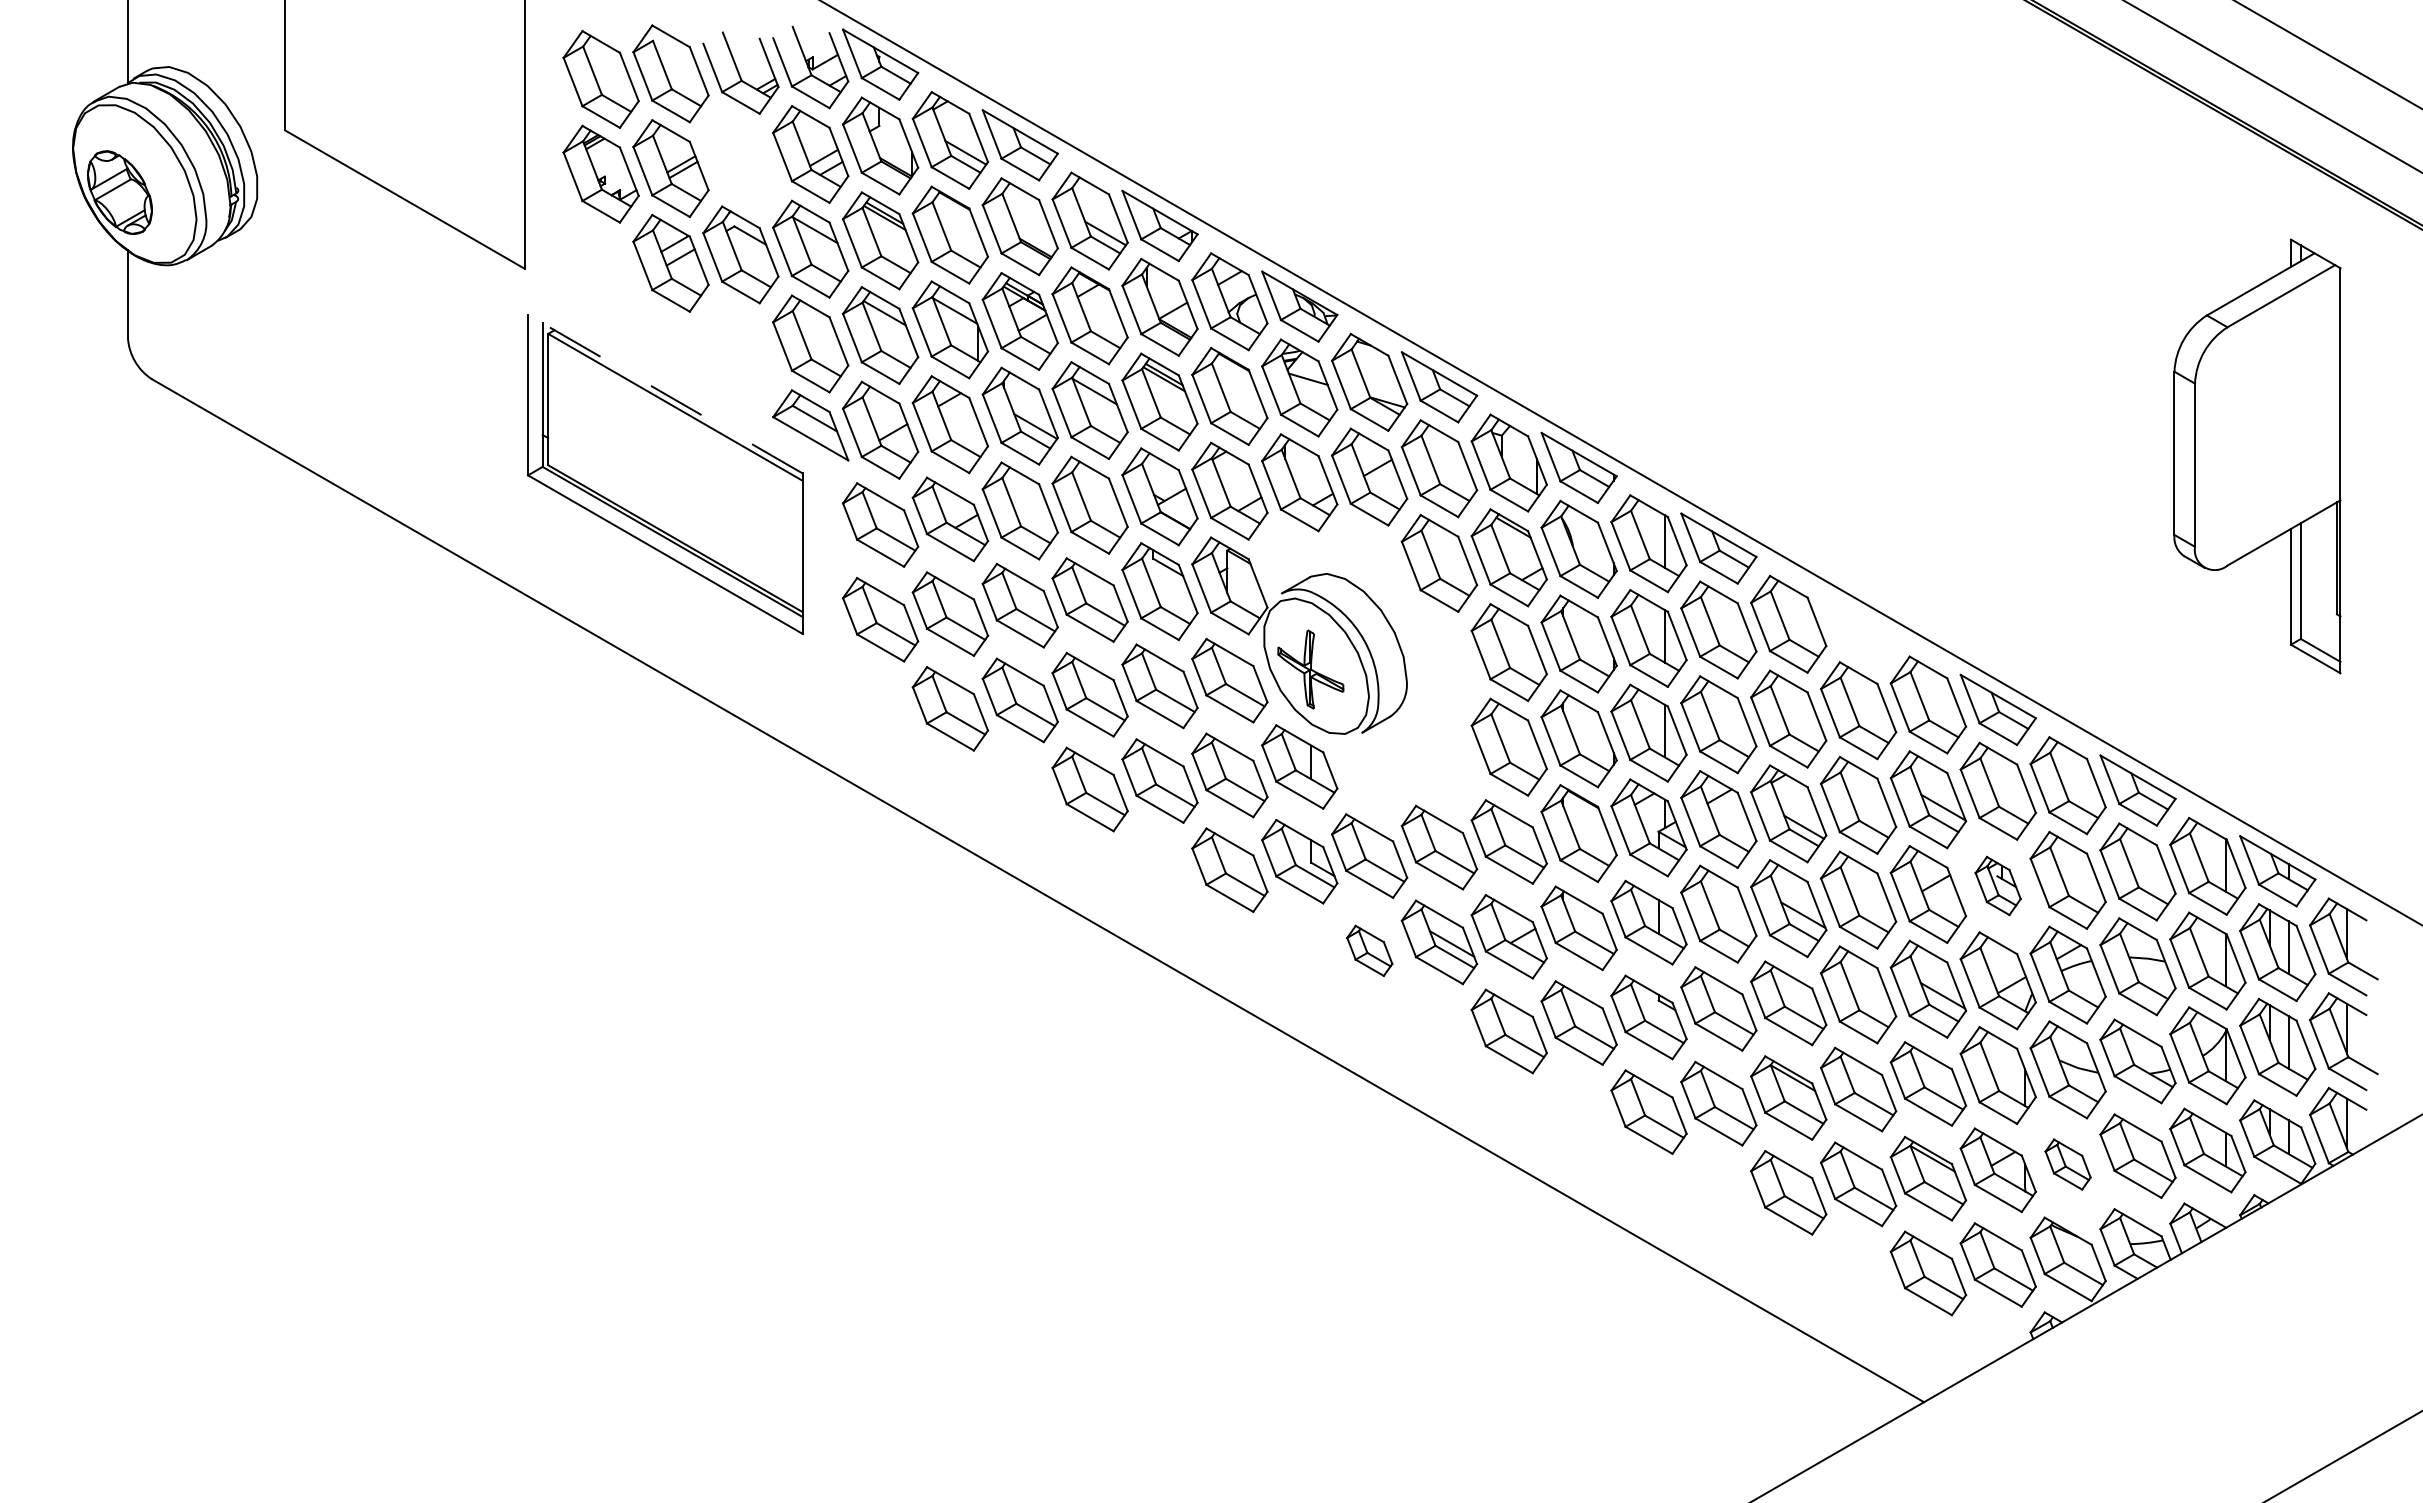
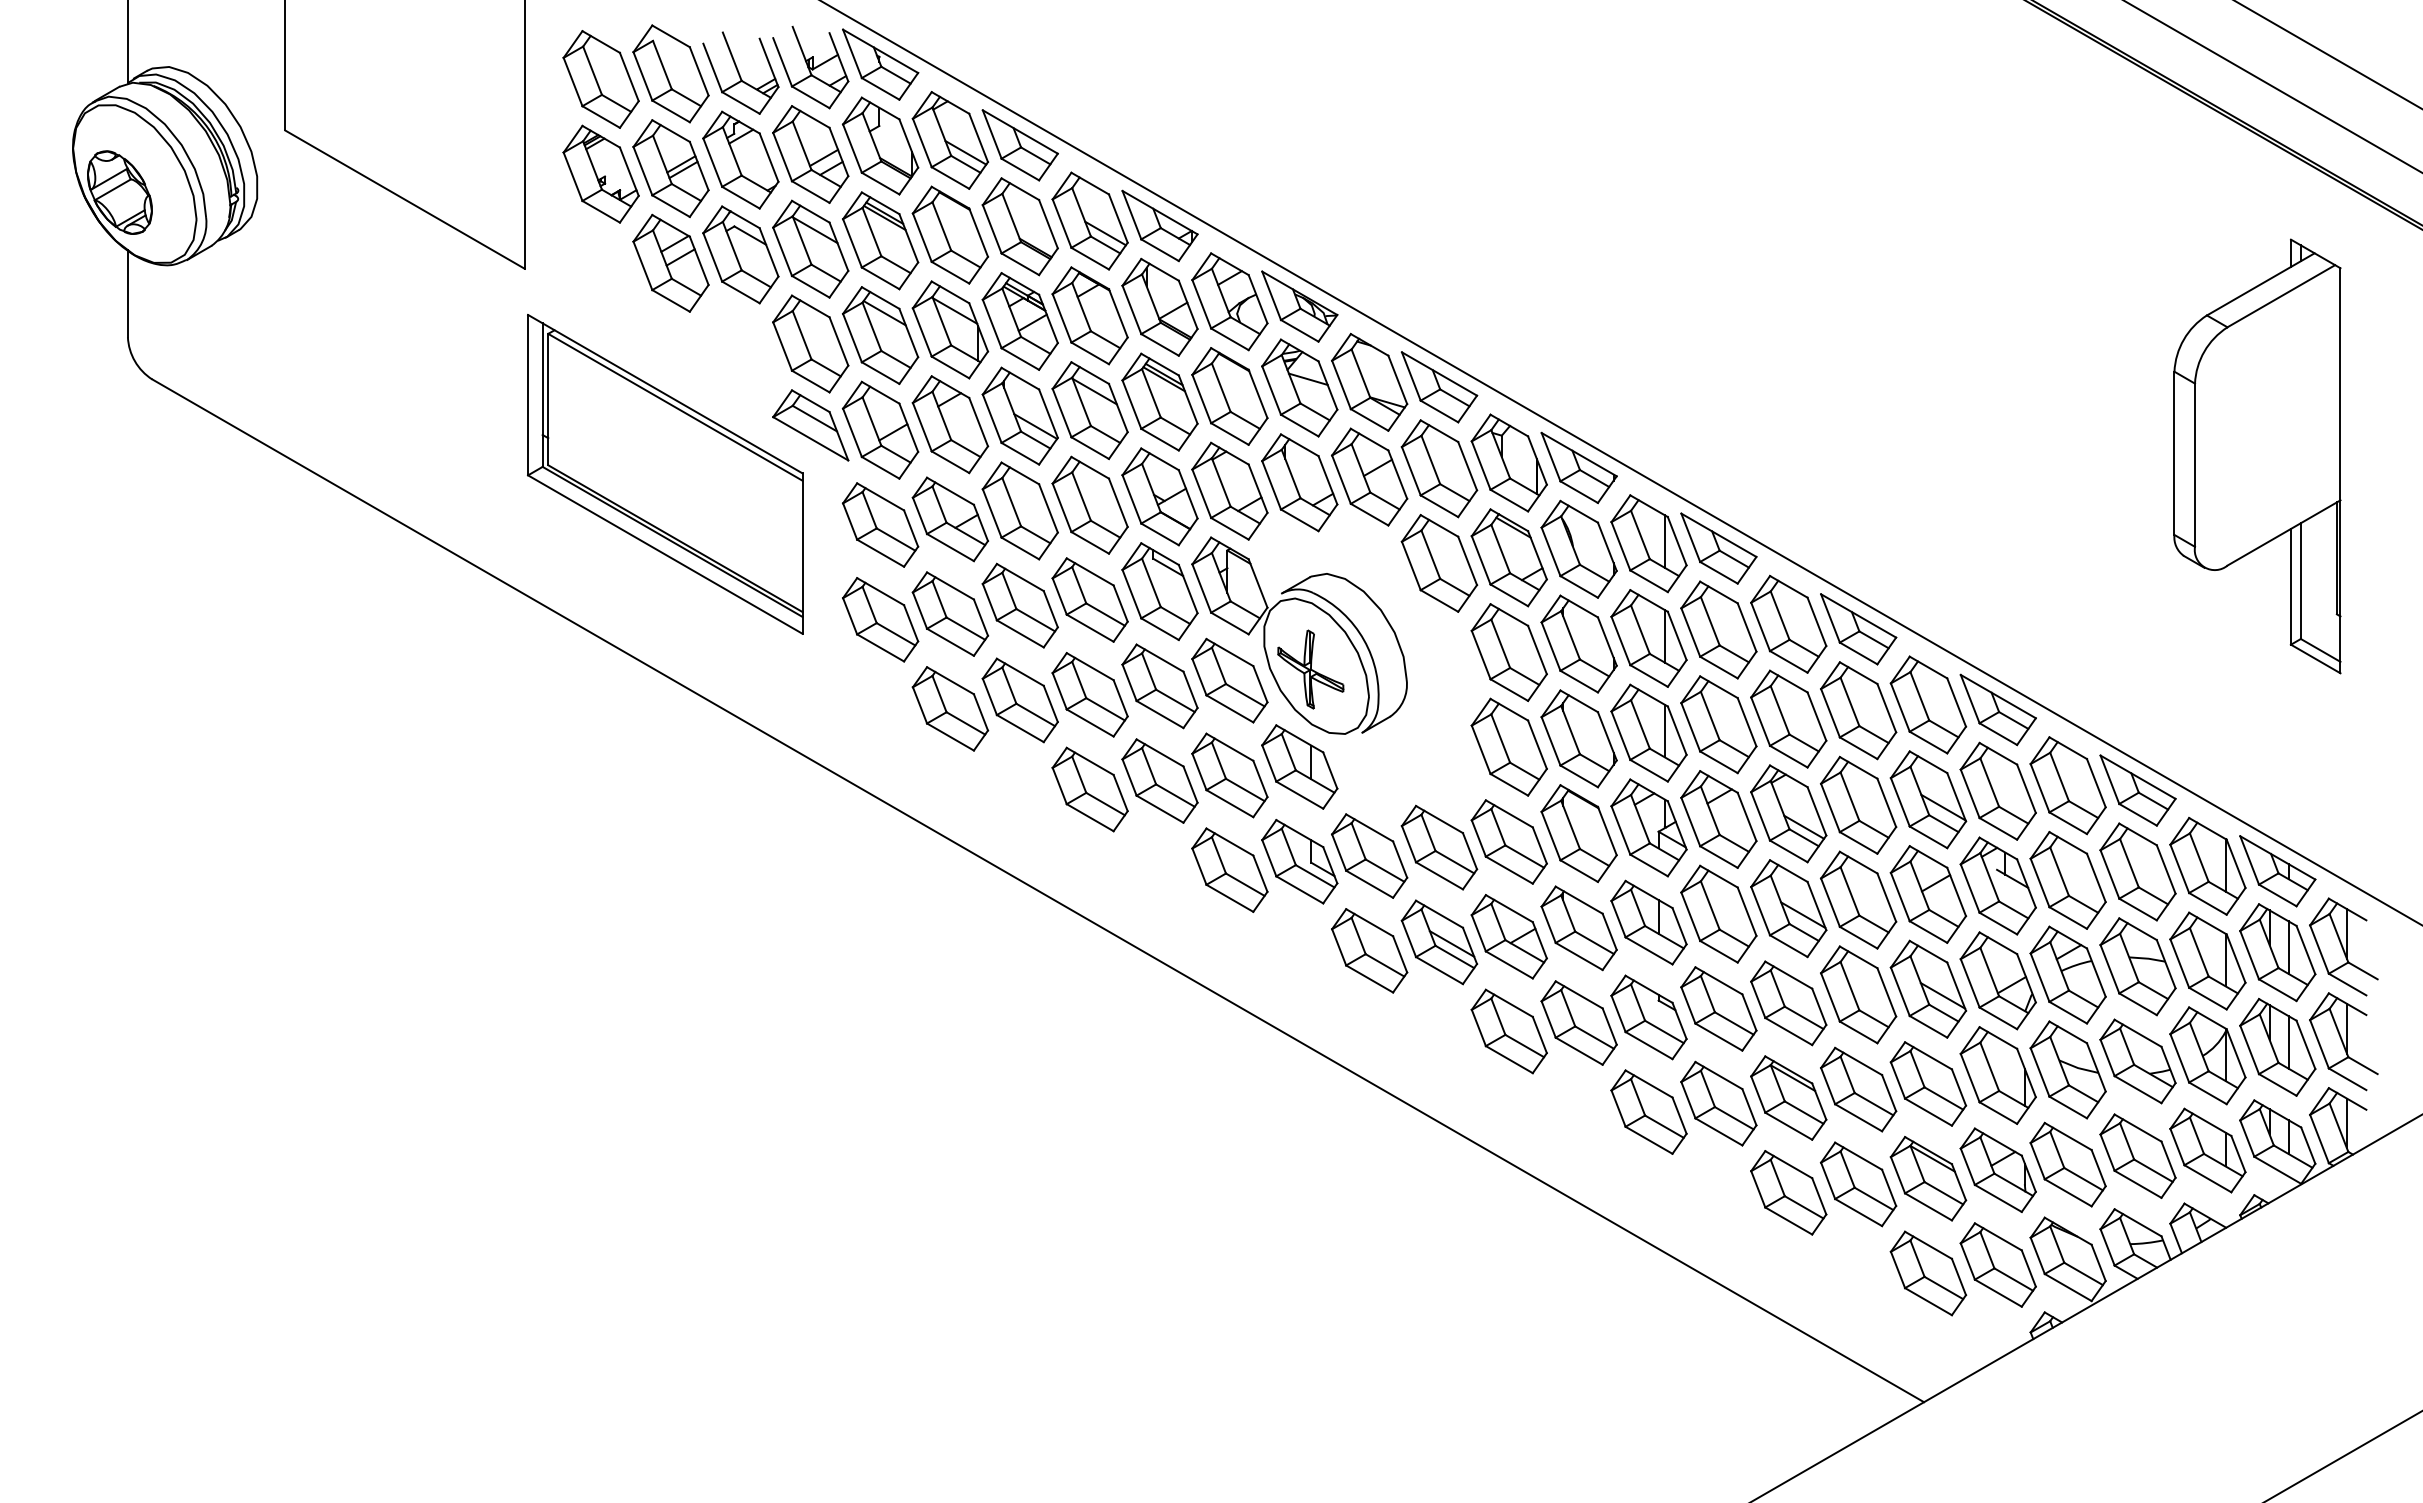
part at (740, 159): none -> present
line at (665, 394): dashed -> solid
part at (1858, 629): none -> present
part at (1997, 885) size: 48x62 px -> 78x100 px
part at (1369, 950) size: 48x53 px -> 78x86 px
part at (2067, 1164) size: 48x53 px -> 78x87 px
